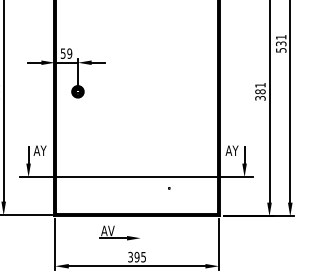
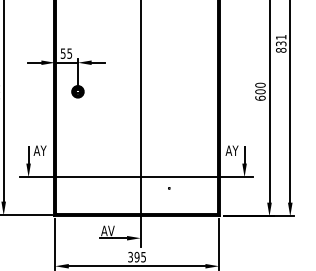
text at (281, 49): 531 -> 831
text at (69, 53): 59 -> 55
text at (260, 91): 381 -> 600
line at (140, 124): none -> present
